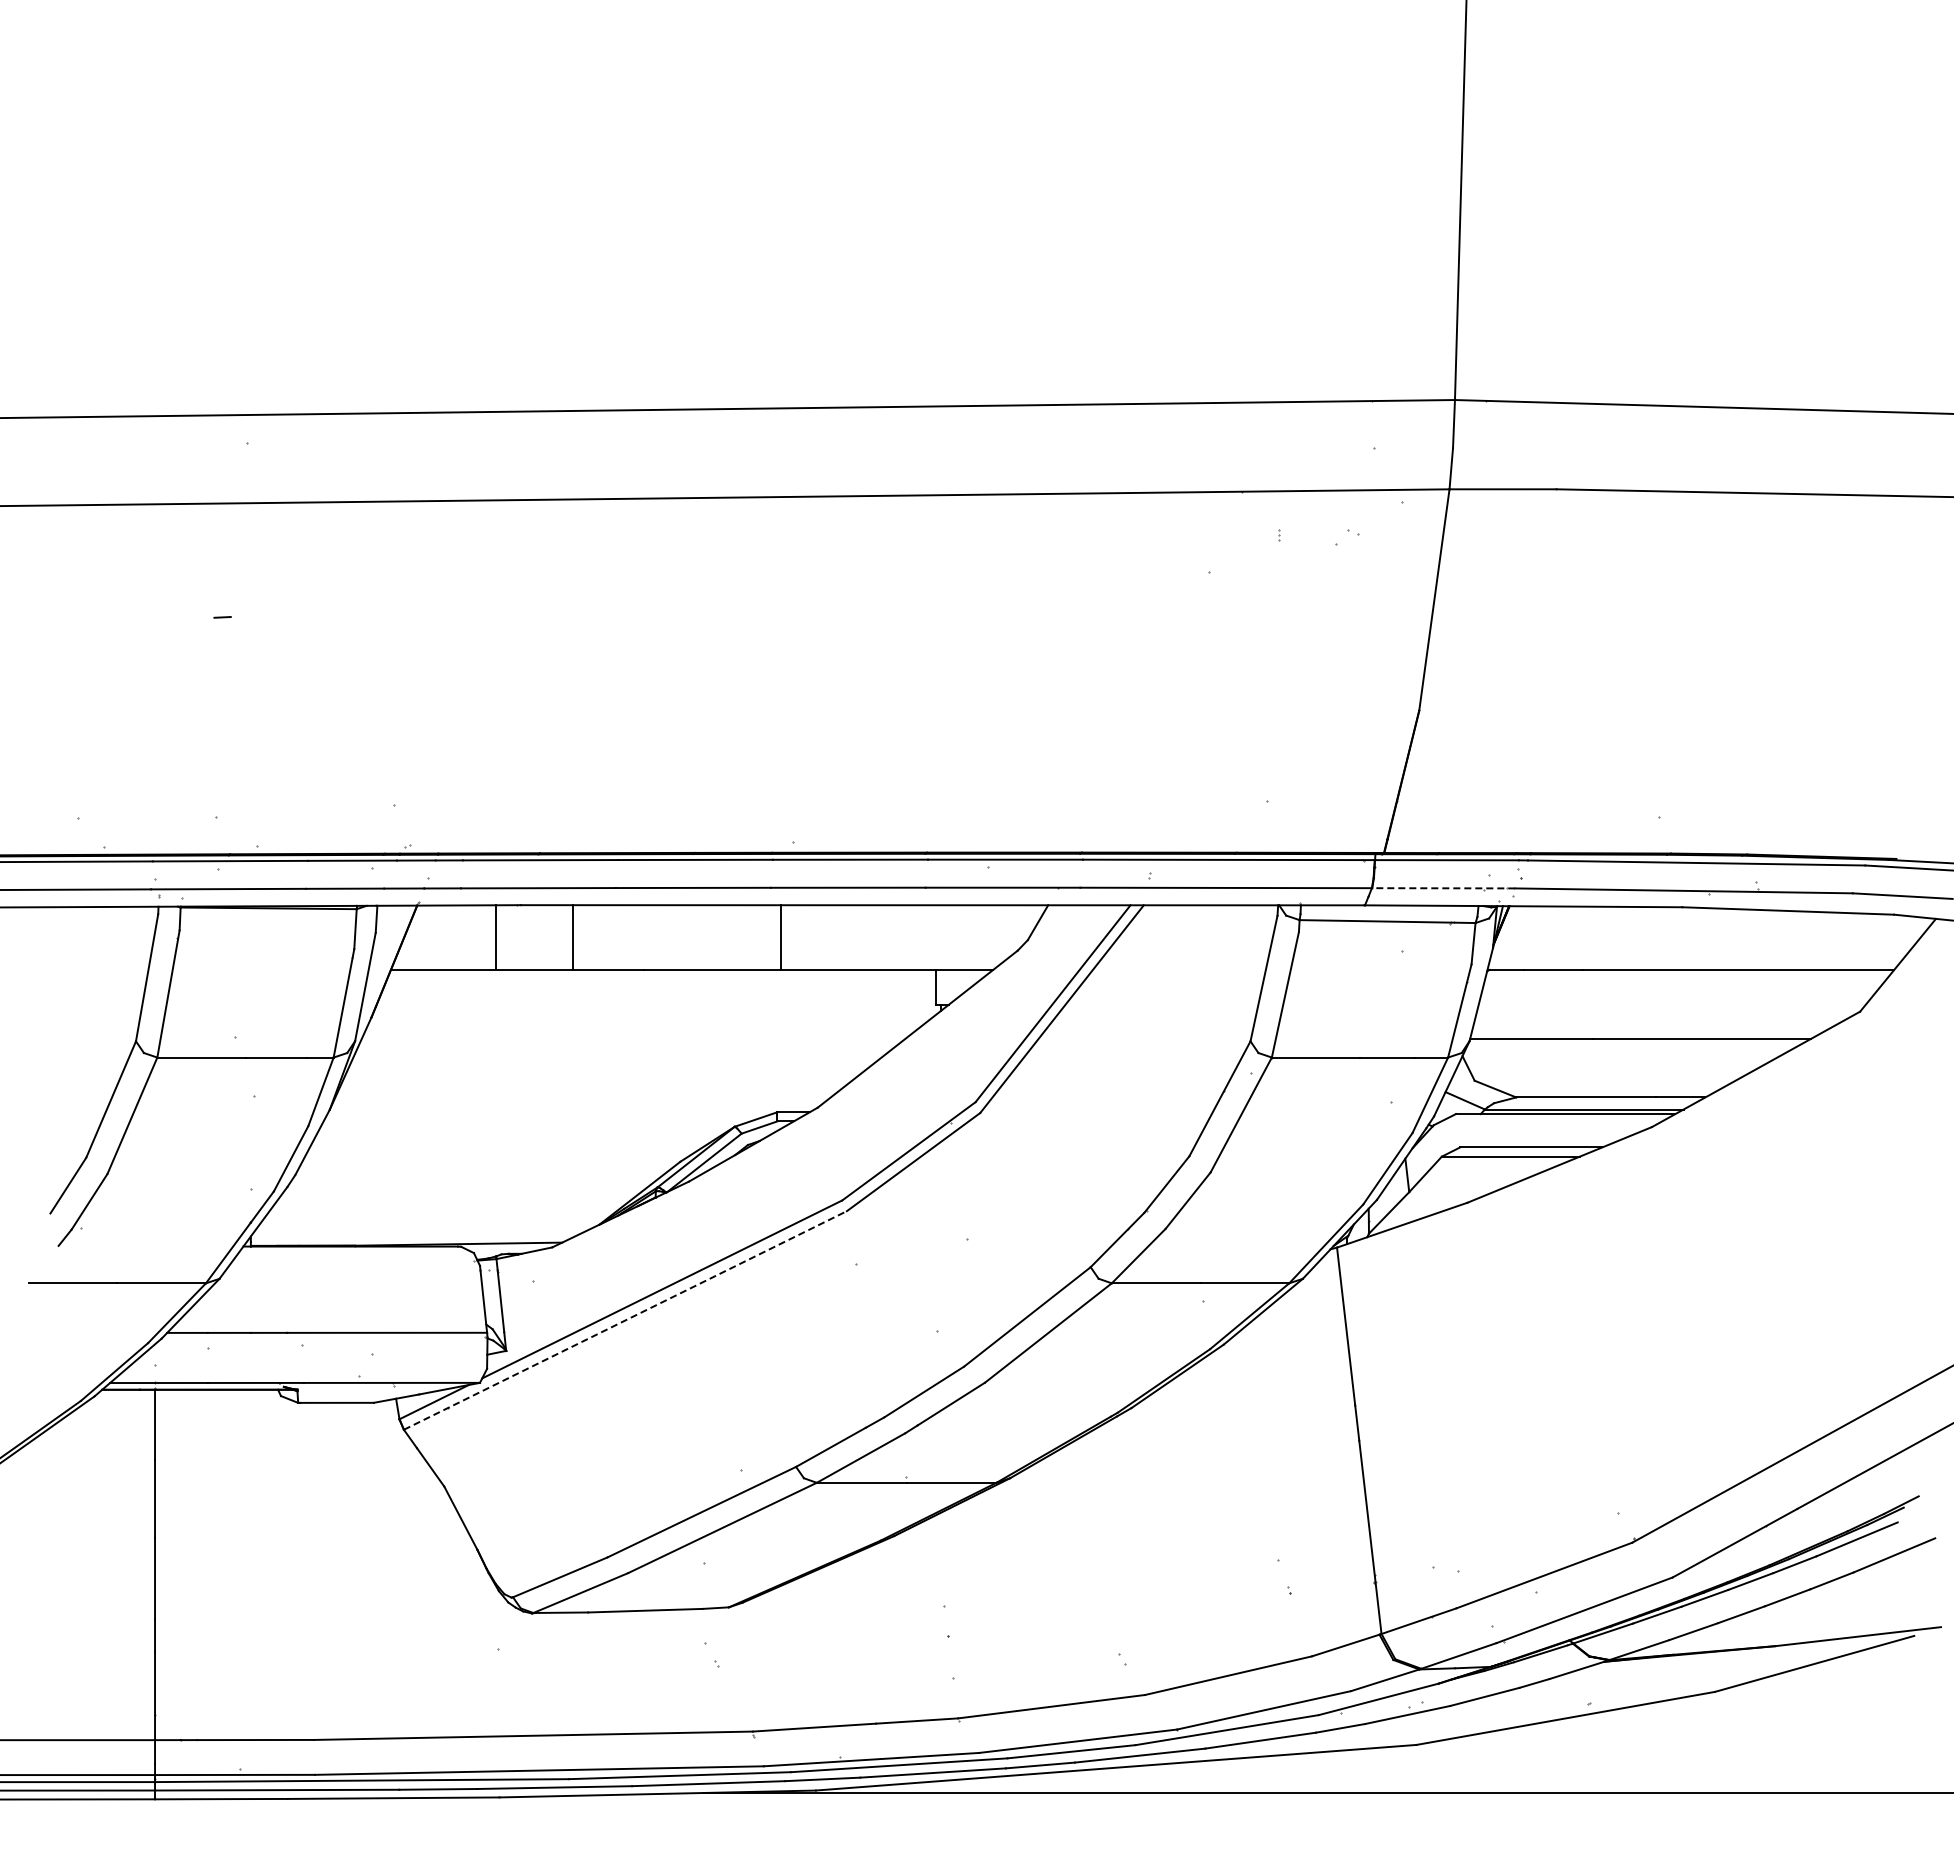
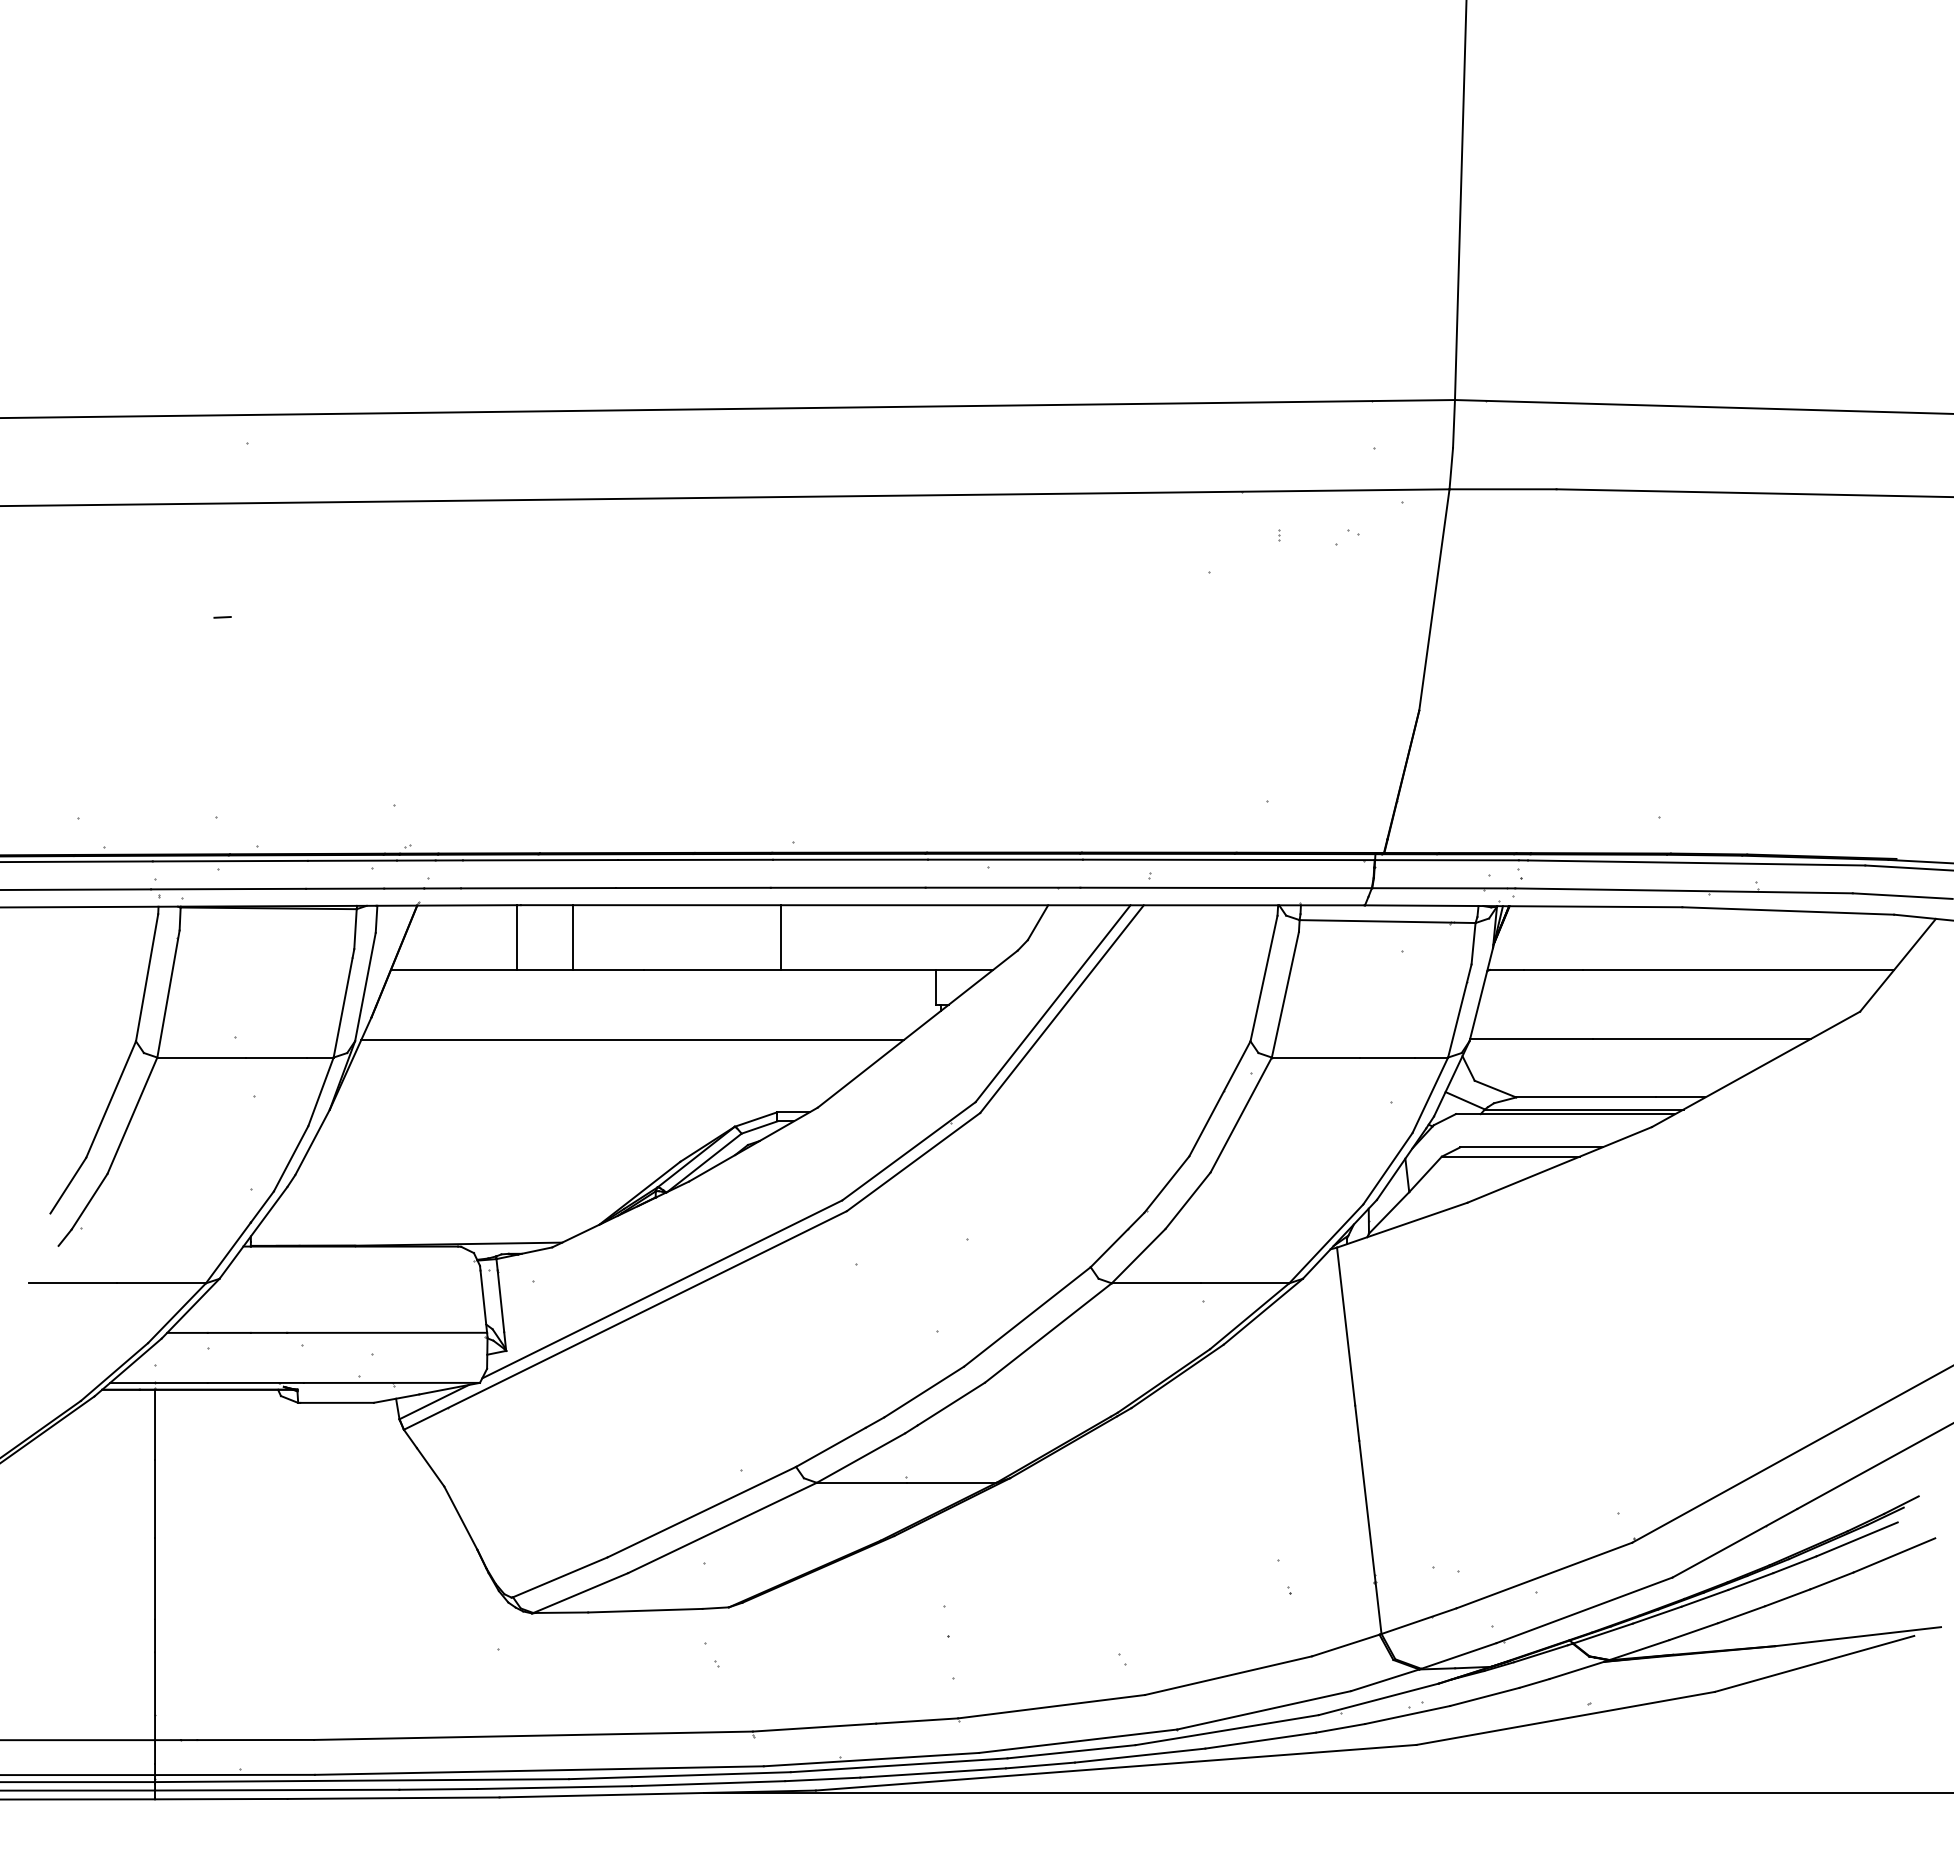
line at (1443, 888): dashed -> solid
line at (495, 937) position: (495, 937) -> (516, 937)
line at (632, 1040): none -> present
line at (625, 1320): dashed -> solid
